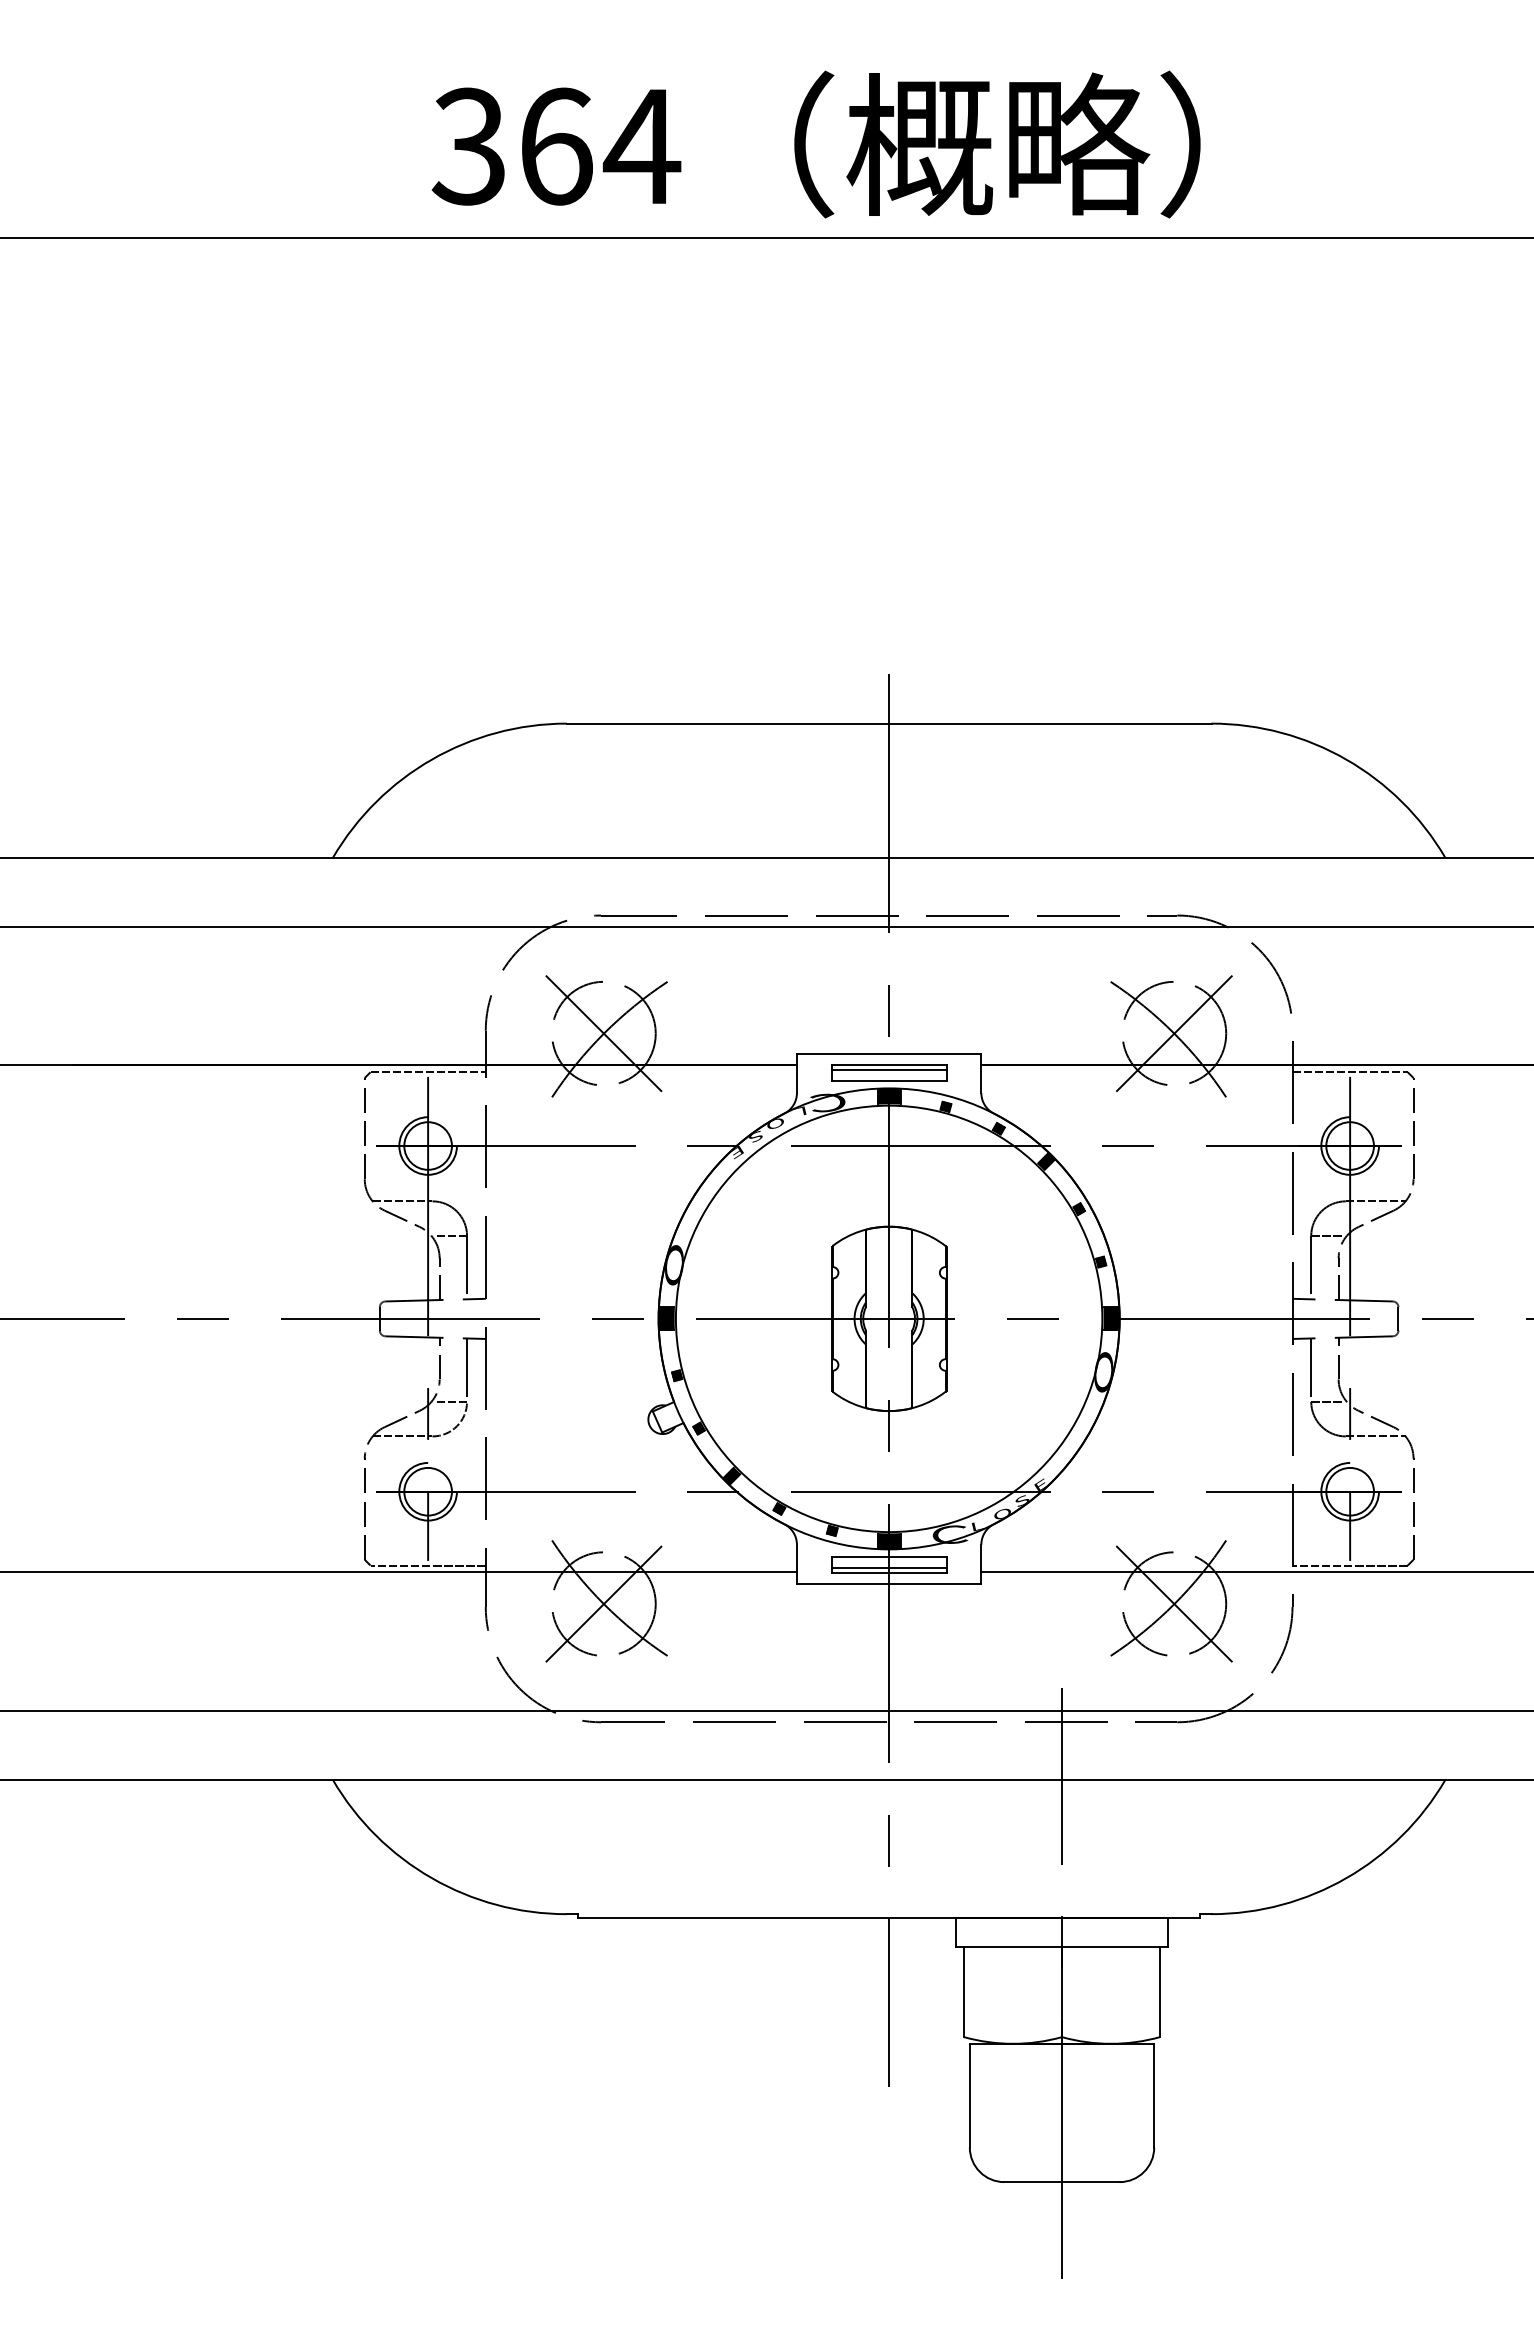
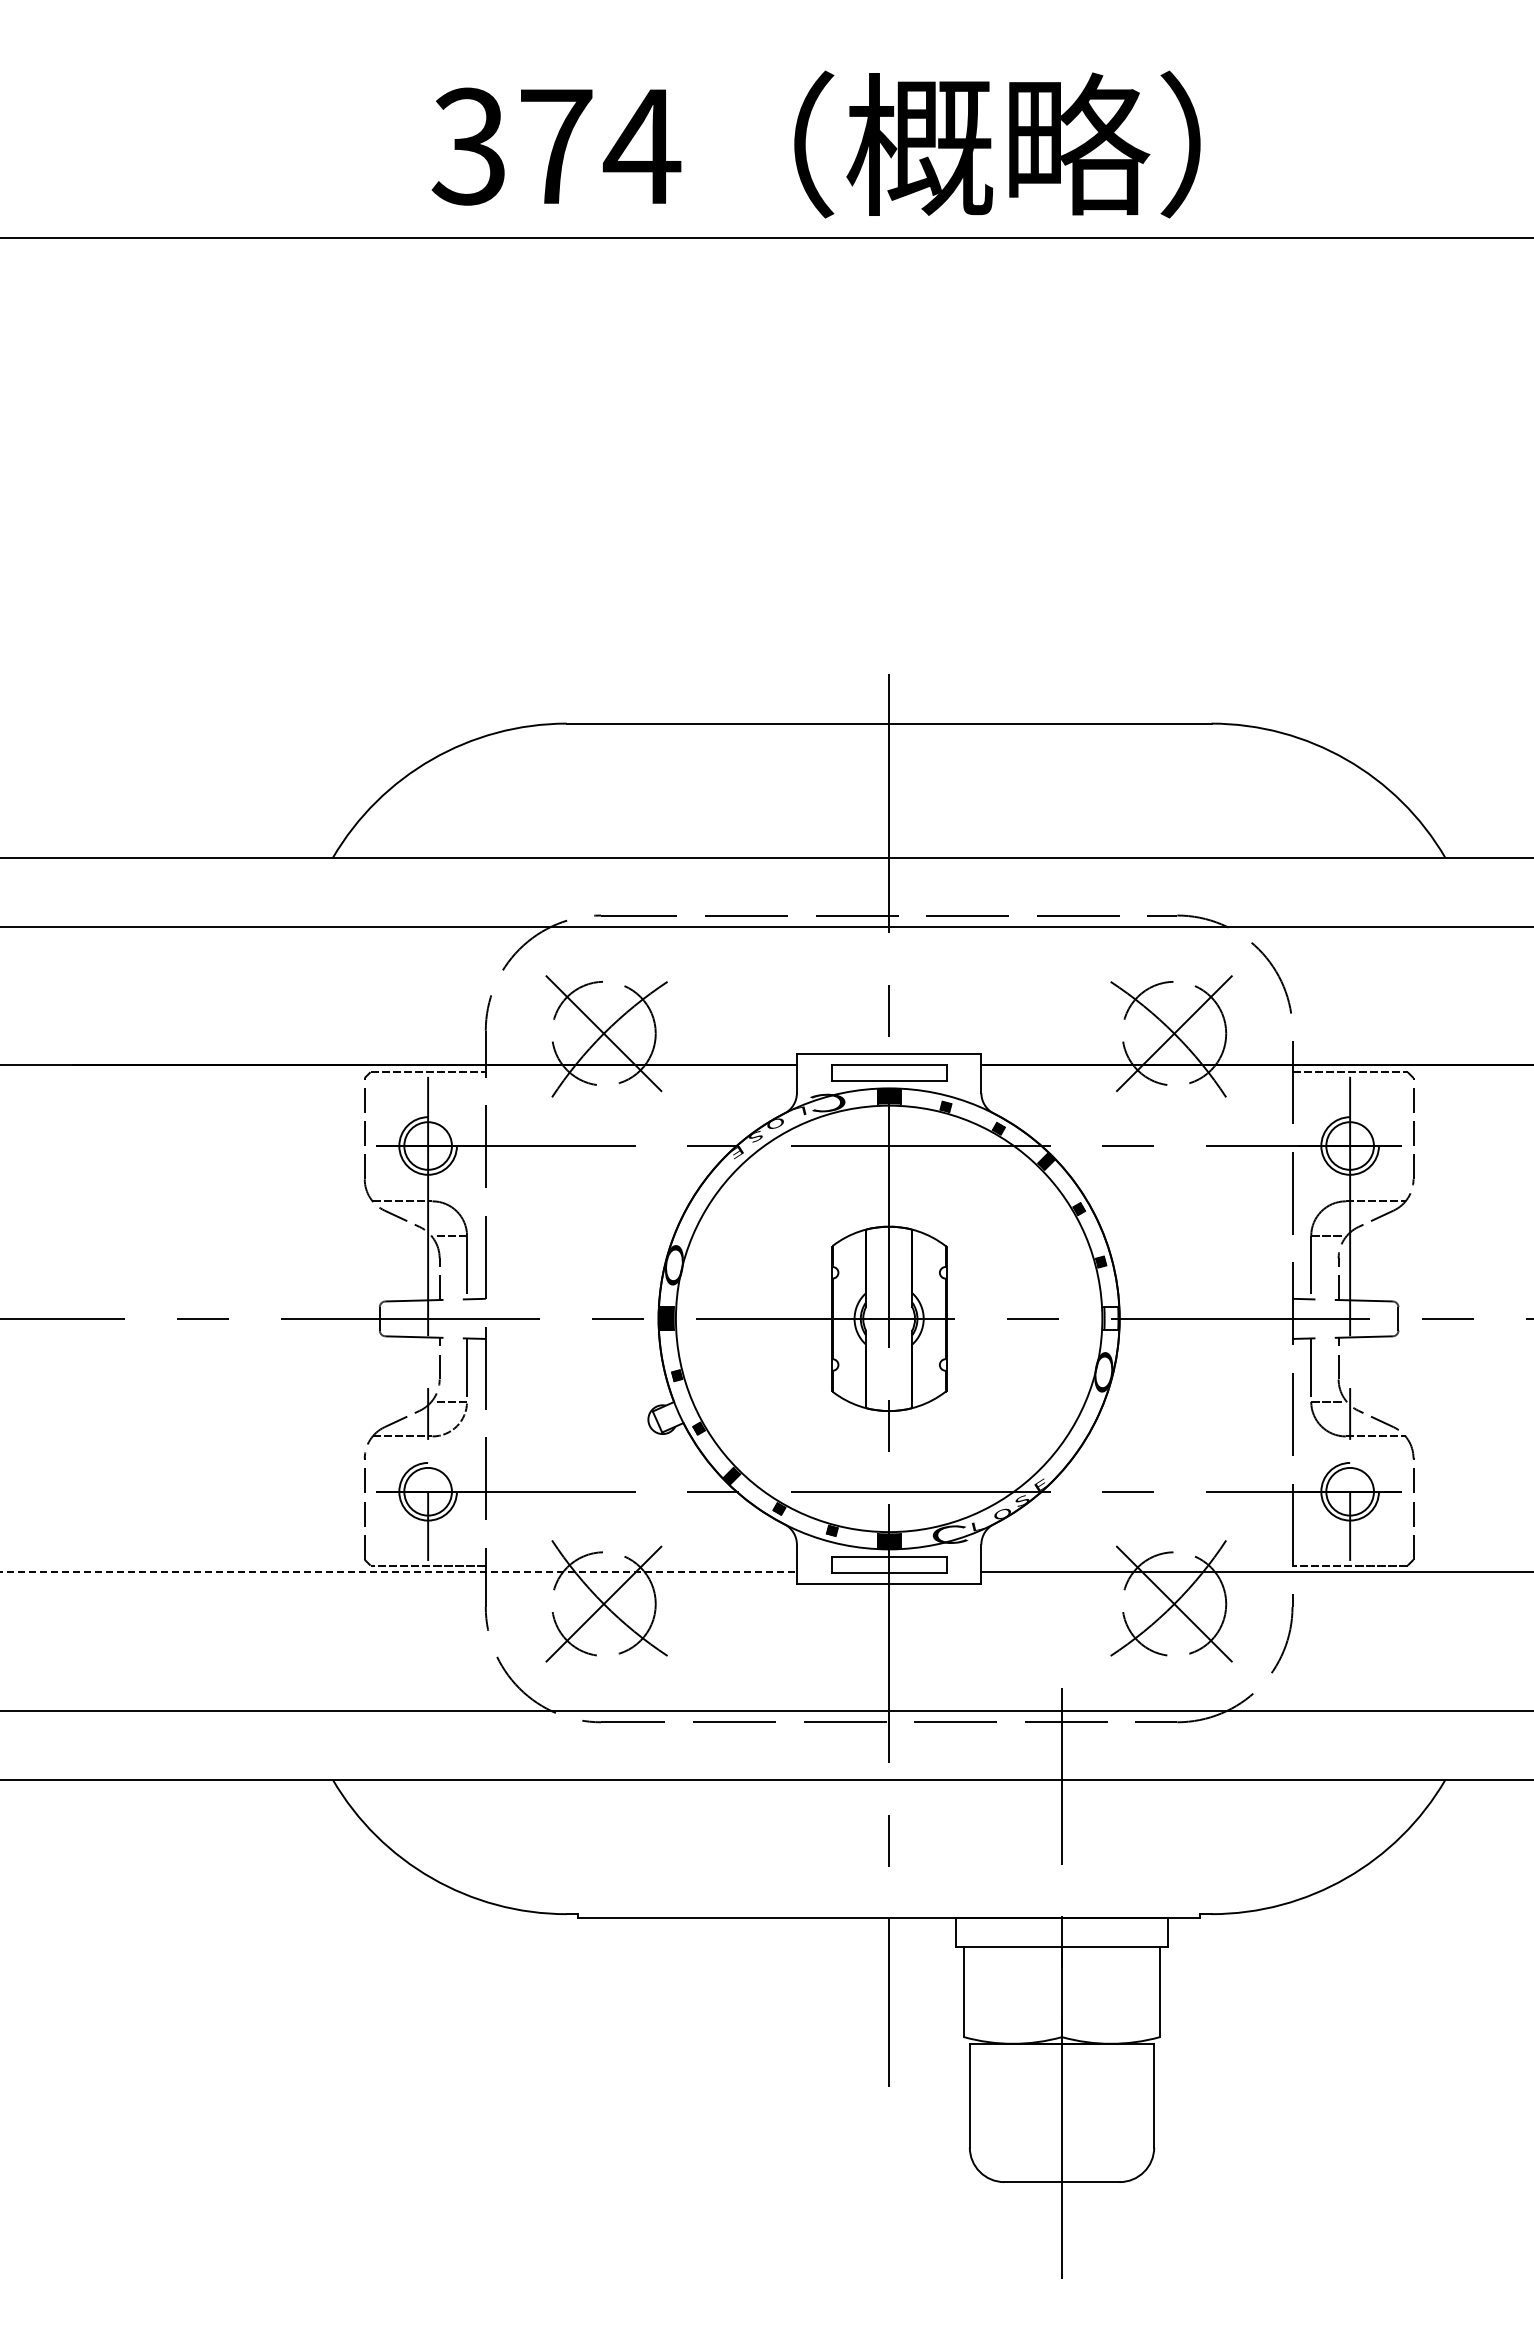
text at (556, 146): 364 -> 374
line at (888, 1069): present -> none
hatch at (1111, 1318): present -> none
line at (888, 1568): present -> none
line at (399, 1572): solid -> dashed
